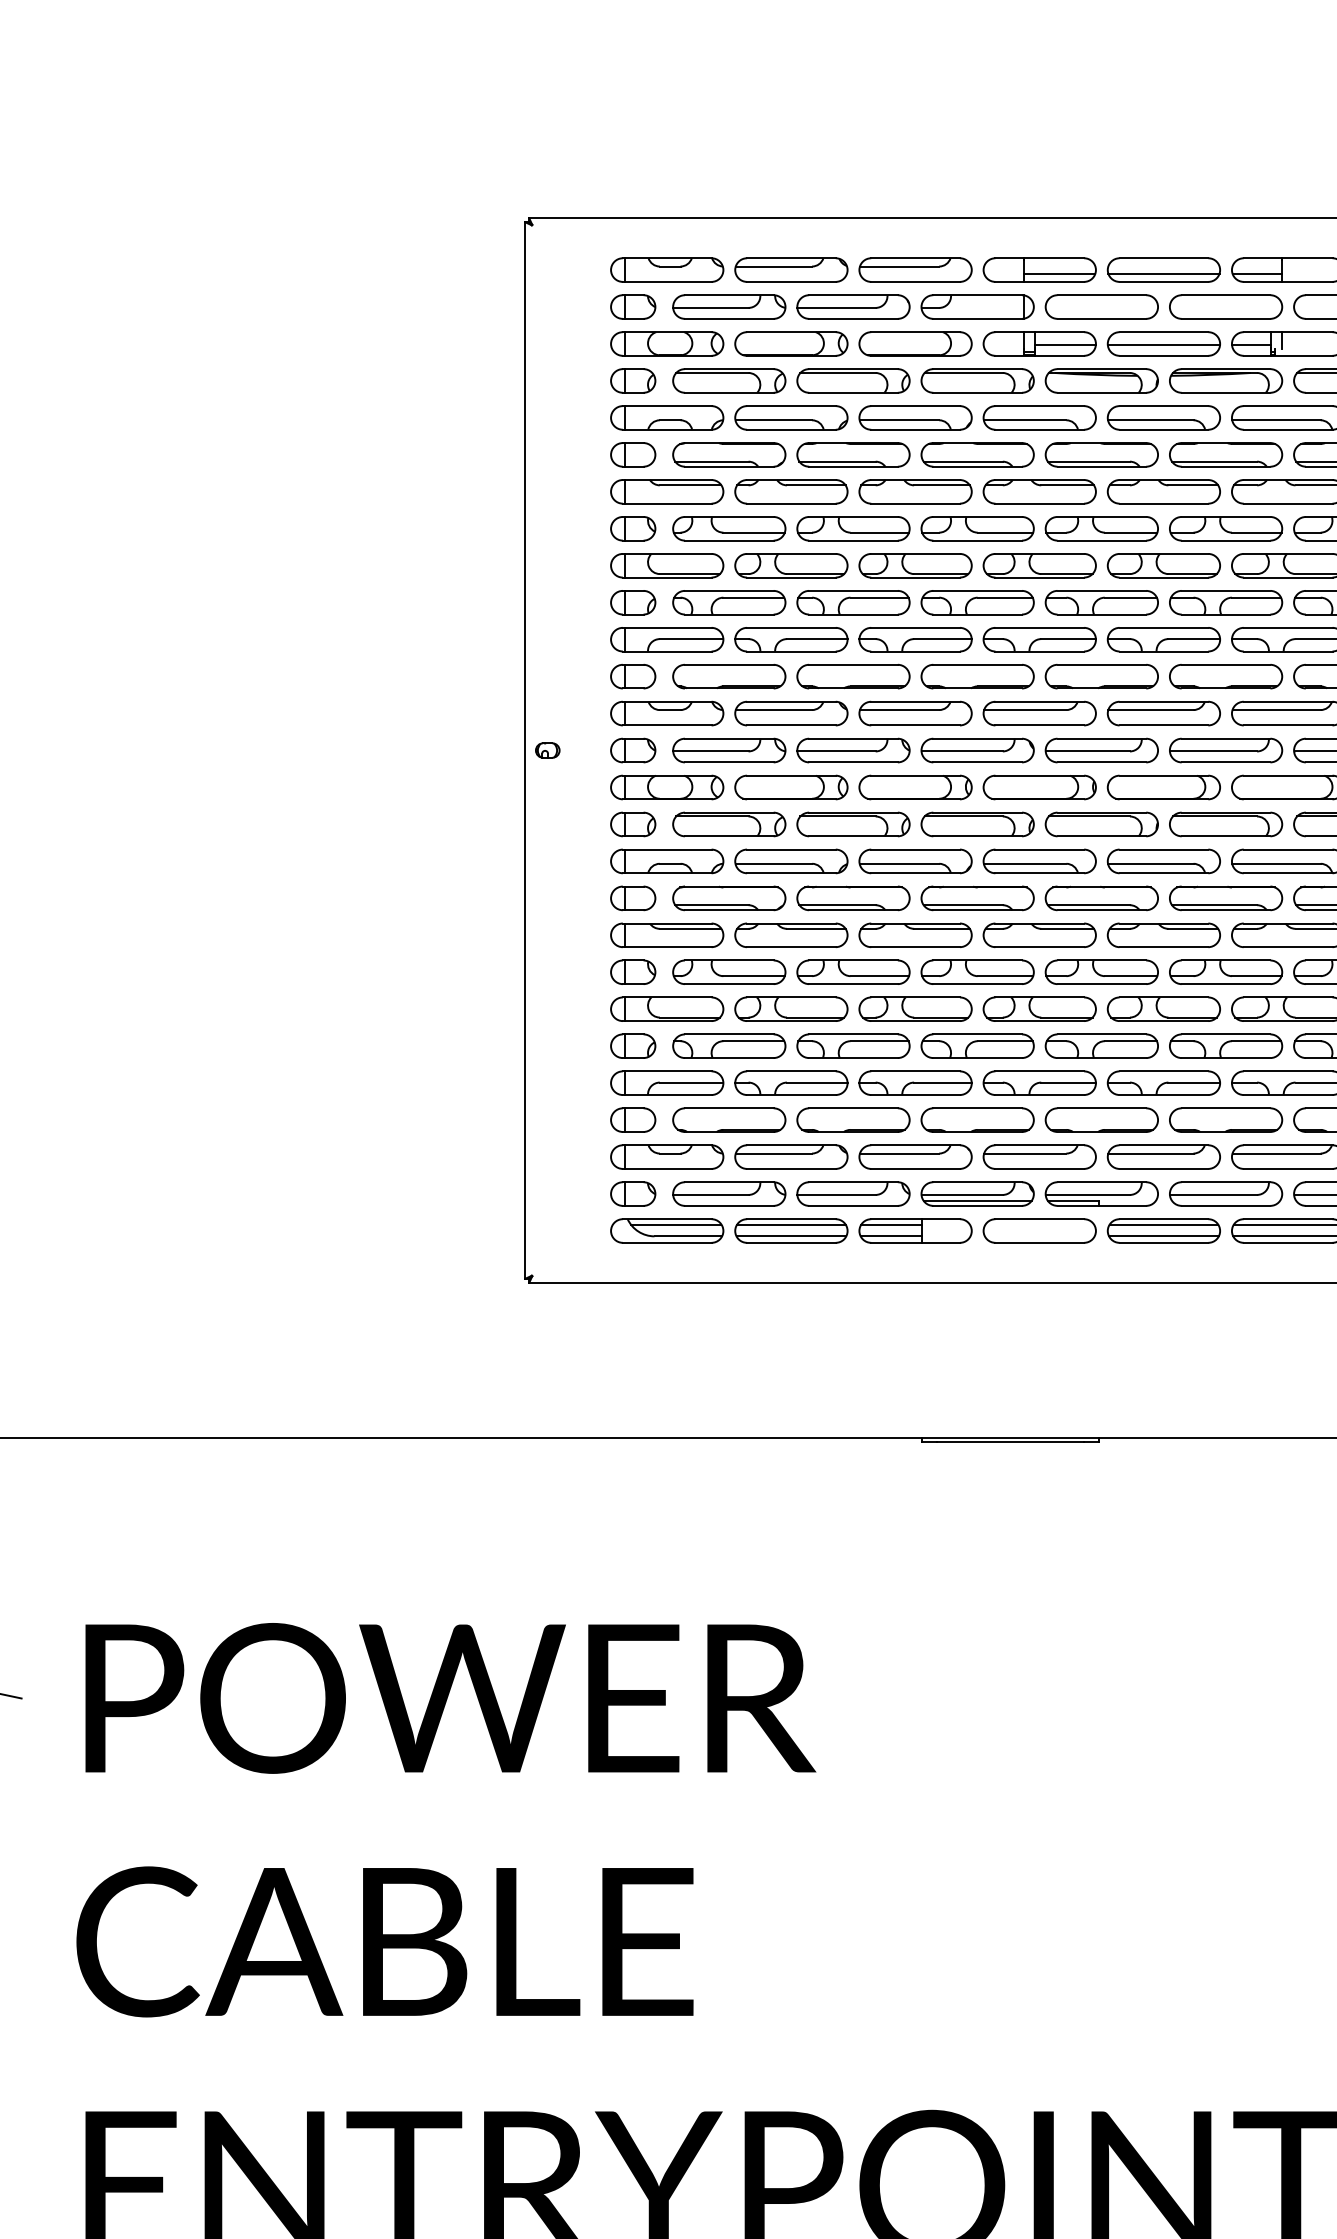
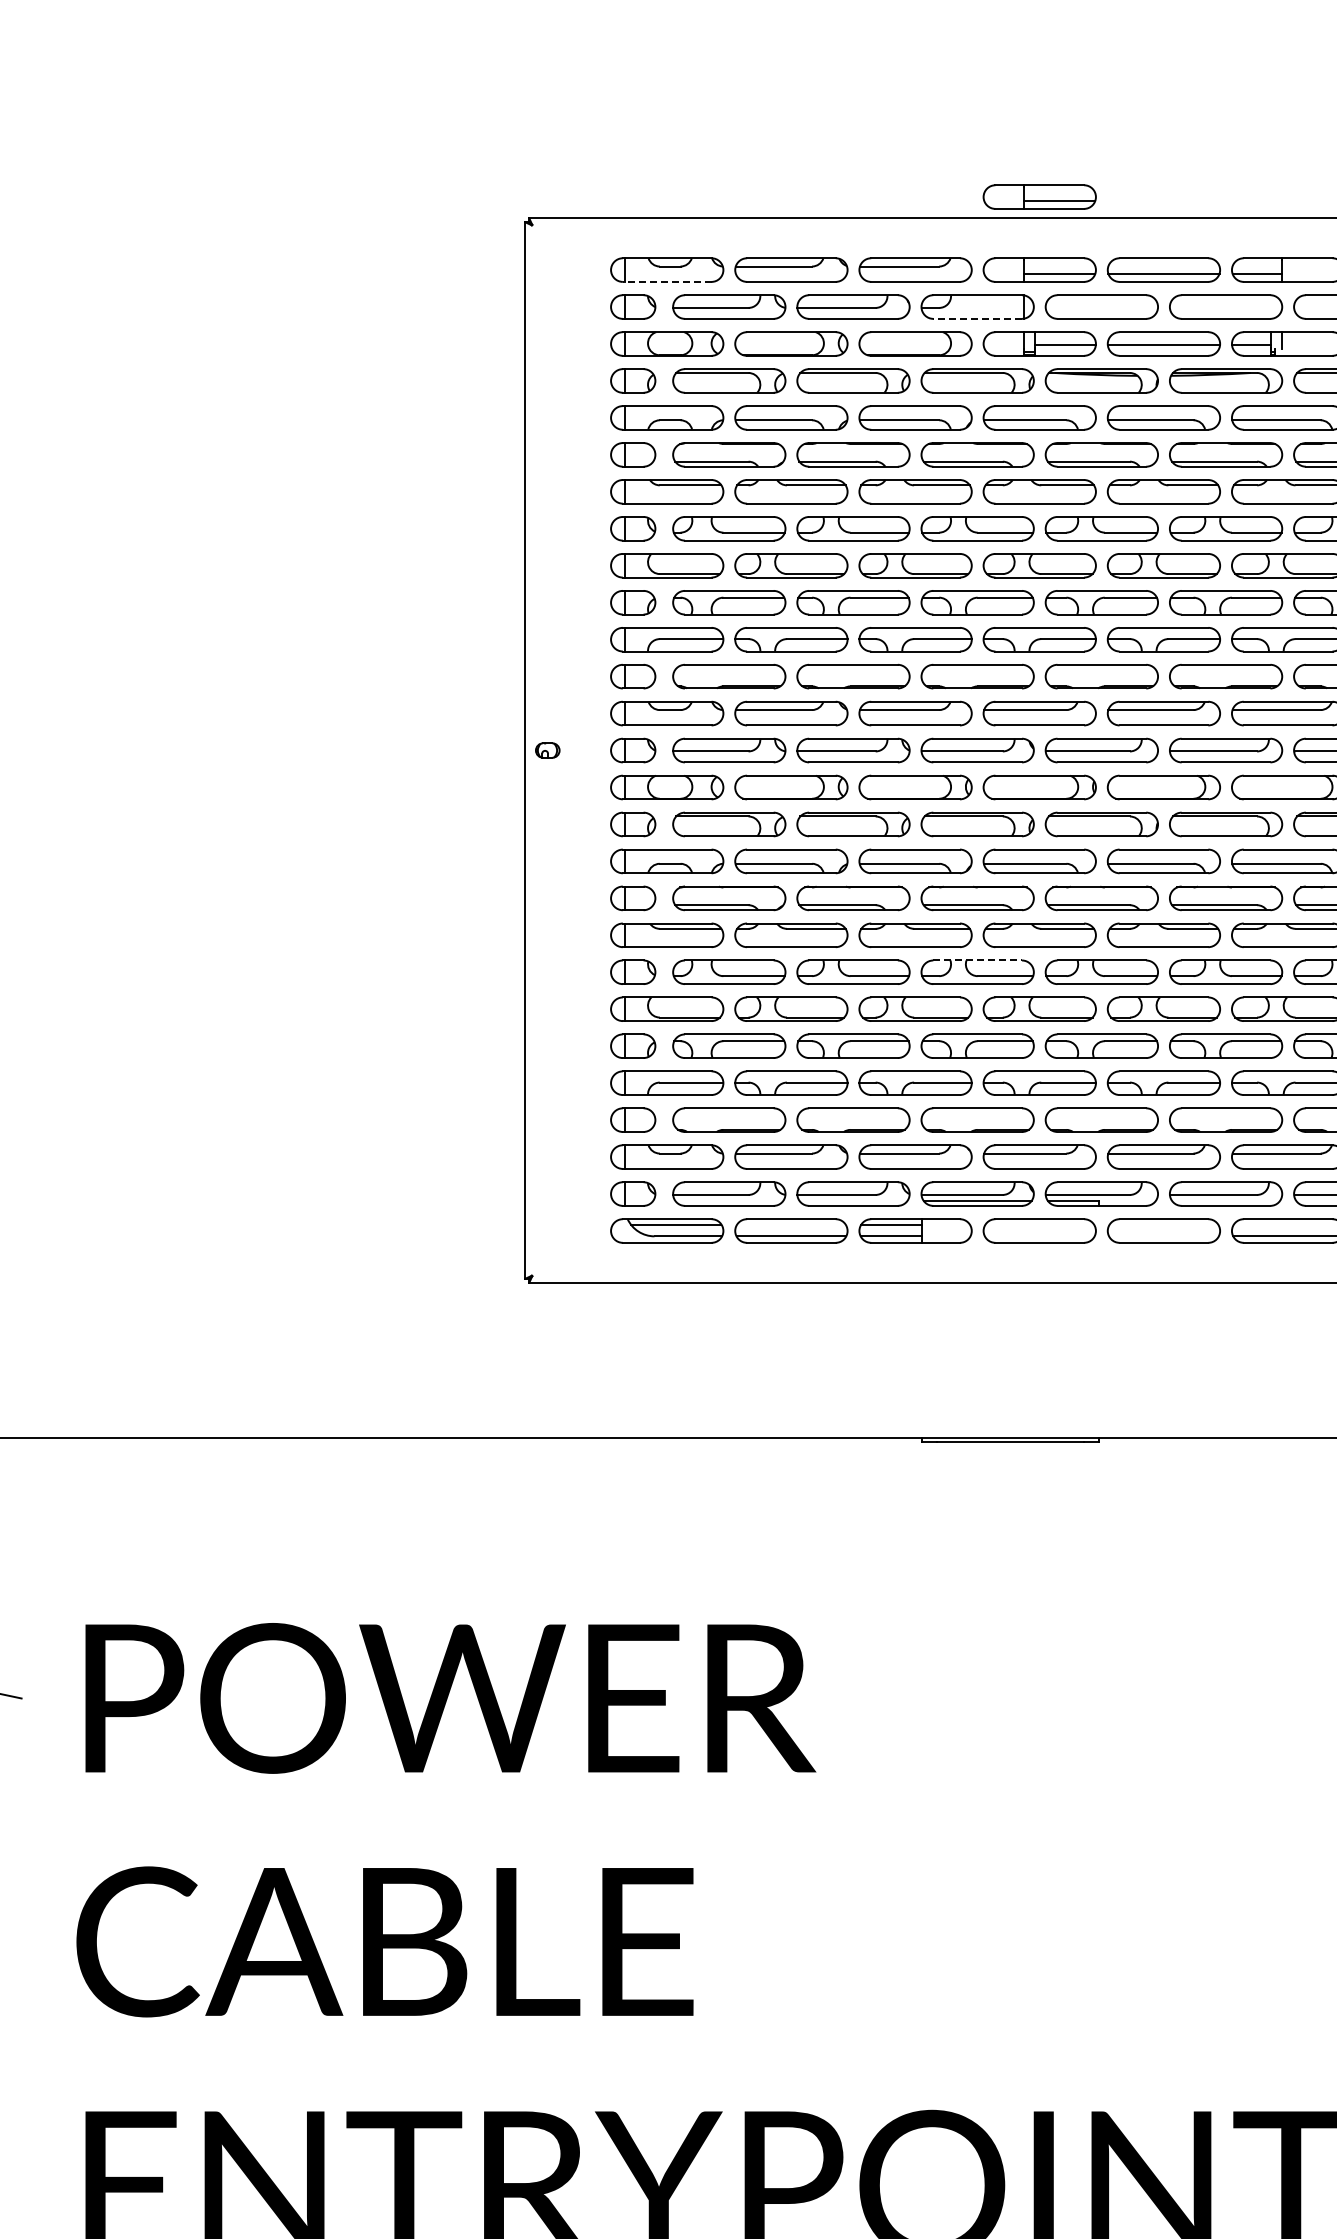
part at (1039, 196): none -> present
line at (666, 281): solid -> dashed
line at (977, 318): solid -> dashed
line at (978, 960): solid -> dashed
line at (791, 1224): present -> none
line at (1163, 1224): present -> none
line at (1283, 1224): present -> none
line at (1163, 1236): present -> none
